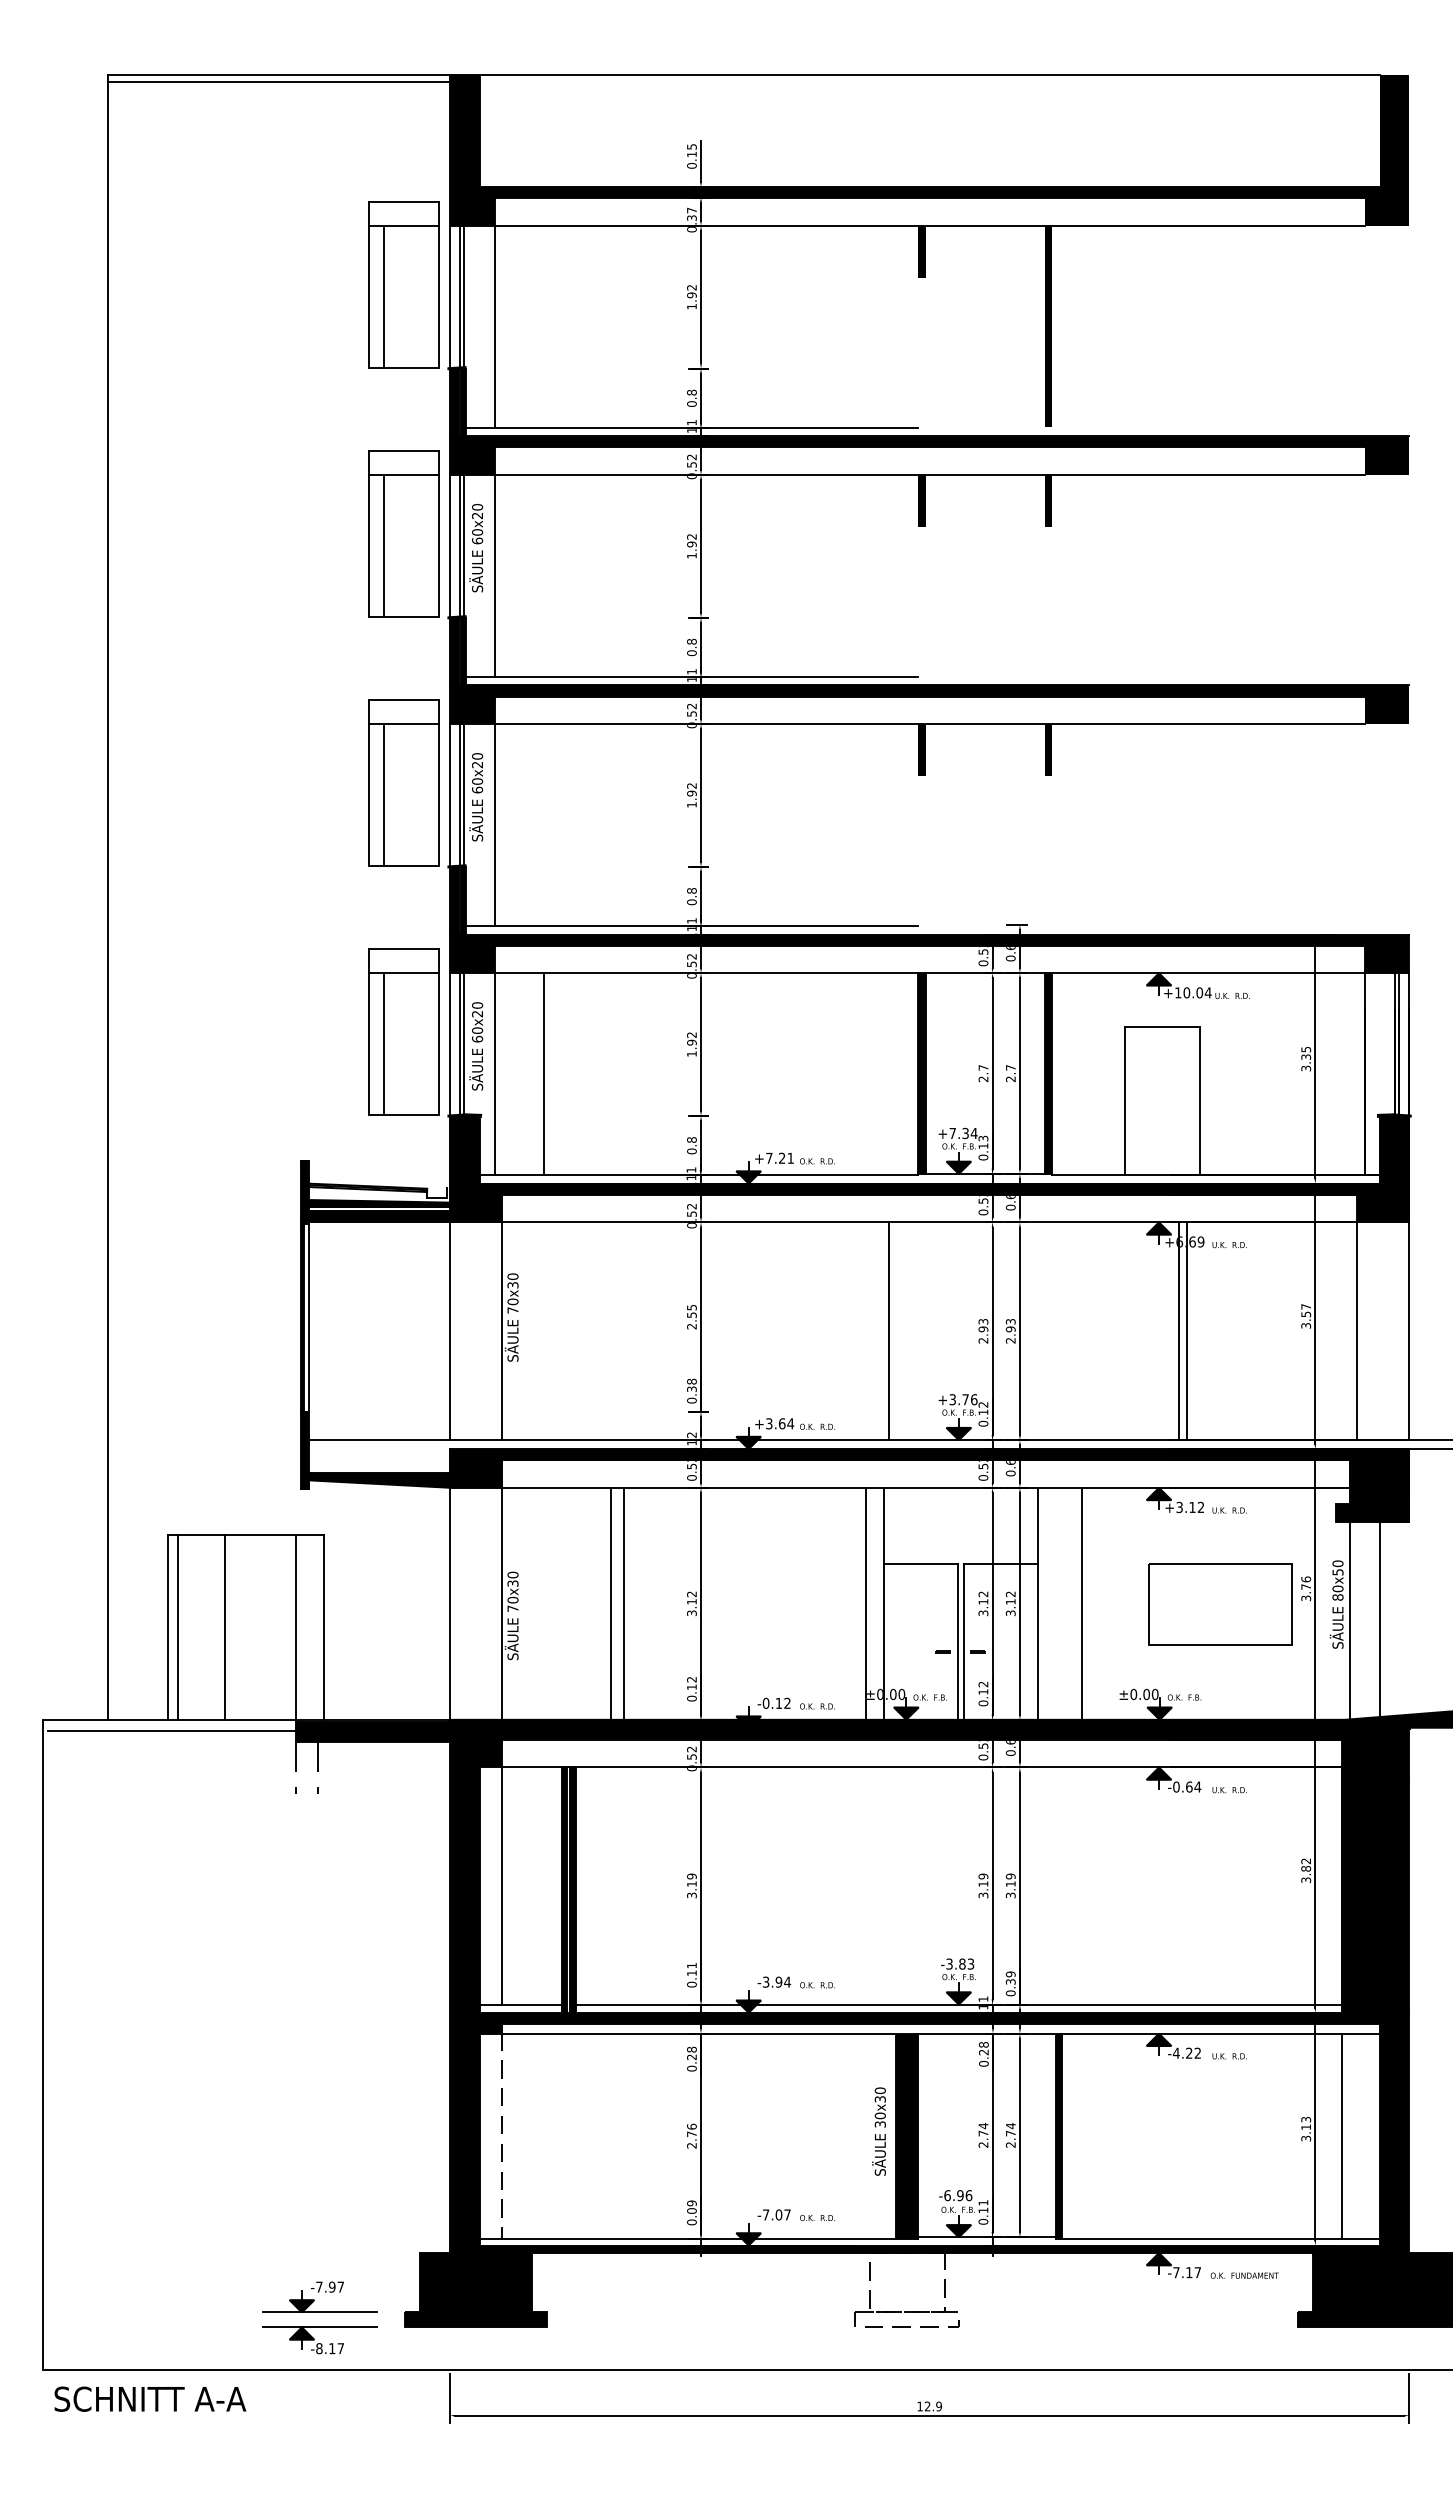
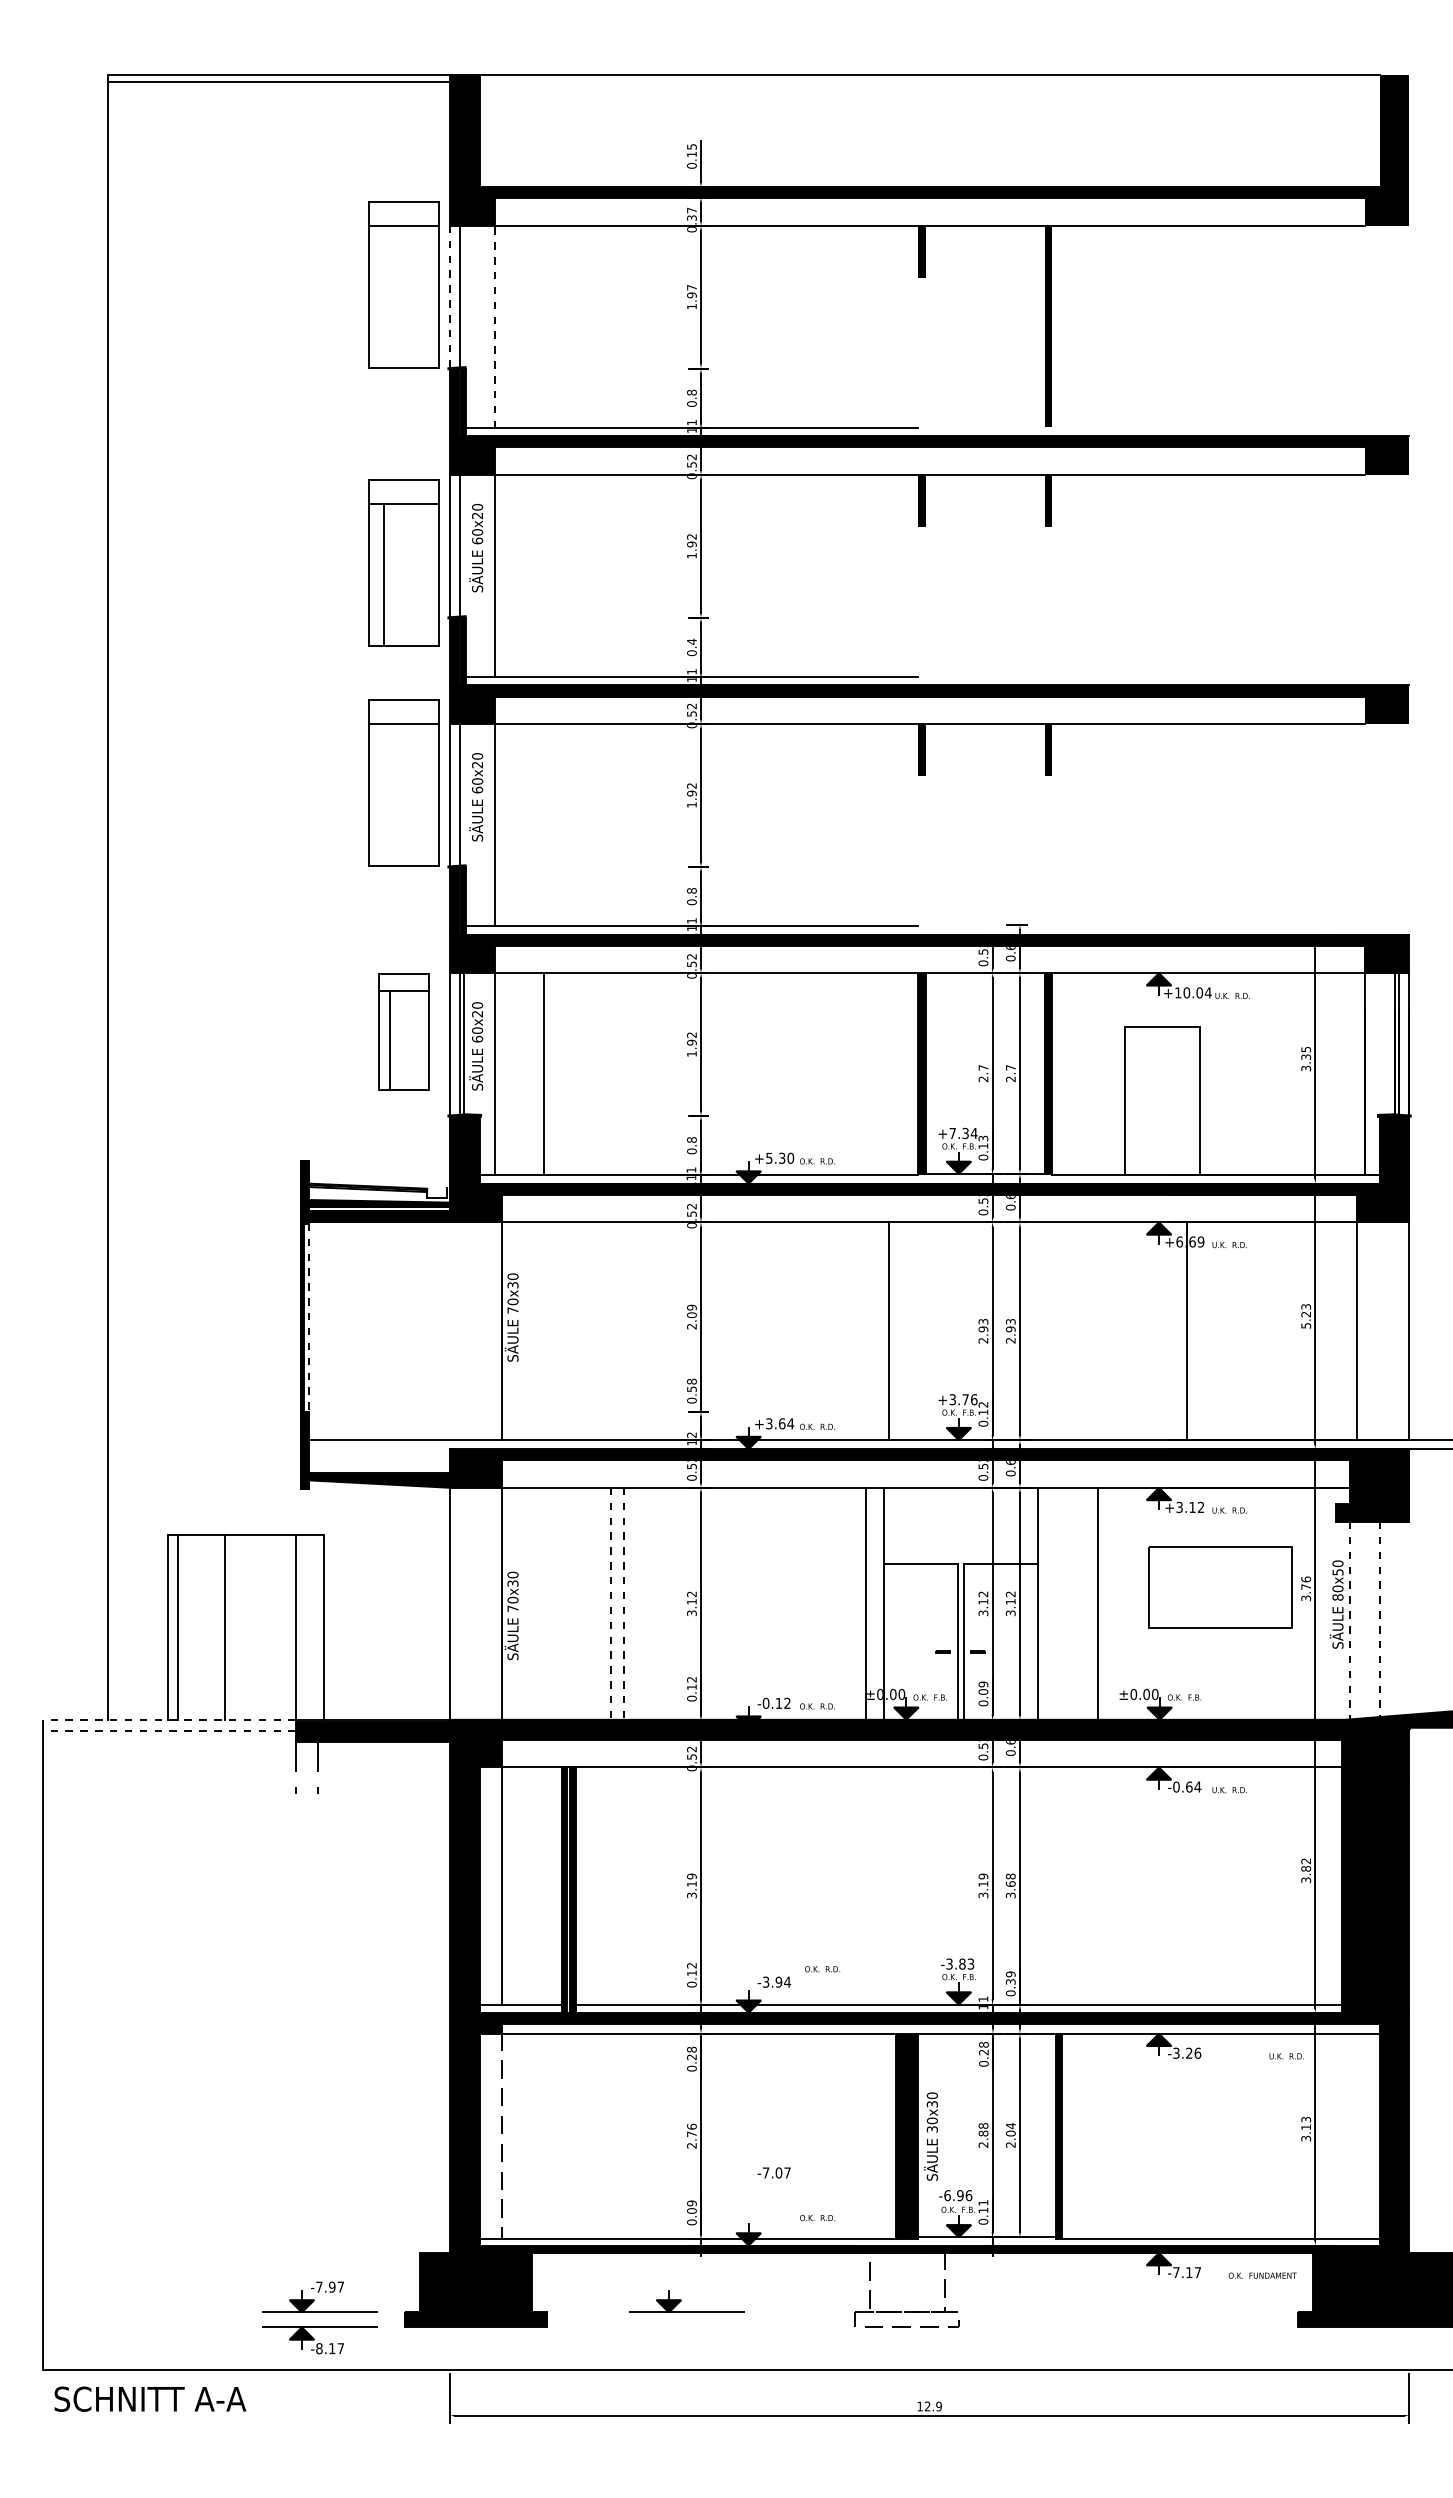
text at (691, 287): 1.92 -> 1.97
line at (383, 296): present -> none
line at (463, 296): present -> none
line at (449, 297): solid -> dashed
line at (494, 326): solid -> dashed
part at (403, 533) position: (403, 533) -> (403, 562)
line at (463, 545): present -> none
text at (691, 641): 0.8 -> 0.4
line at (463, 794): present -> none
line at (383, 795): present -> none
part at (403, 1031) size: 72x168 px -> 52x118 px
text at (780, 1157): +7.21 -> +5.30
text at (691, 1311): 2.55 -> 2.09
text at (1306, 1316): 3.57 -> 5.23
line at (308, 1318): solid -> dashed
line at (449, 1331): present -> none
line at (1179, 1331): present -> none
text at (691, 1388): 0.38 -> 0.58
line at (1081, 1603) position: (1081, 1603) -> (1097, 1603)
line at (610, 1604): solid -> dashed
line at (623, 1604): solid -> dashed
part at (1220, 1604) position: (1220, 1604) -> (1220, 1587)
line at (1379, 1619): solid -> dashed
line at (1349, 1620): solid -> dashed
text at (983, 1687): 0.12 -> 0.09
line at (169, 1719): solid -> dashed
line at (172, 1730): solid -> dashed
text at (1010, 1879): 3.19 -> 3.68
text at (691, 1965): 0.11 -> 0.12
text at (817, 1985) position: (817, 1985) -> (822, 1969)
text at (1186, 2052): -4.22 -> -3.26
text at (1229, 2056) position: (1229, 2056) -> (1286, 2056)
text at (983, 2129): 2.74 -> 2.88
text at (878, 2131) position: (878, 2131) -> (930, 2136)
text at (1010, 2133): 2.74 -> 2.04
line at (1342, 2135): present -> none
text at (773, 2214) position: (773, 2214) -> (773, 2172)
text at (1244, 2275) position: (1244, 2275) -> (1262, 2275)
part at (686, 2301): none -> present
